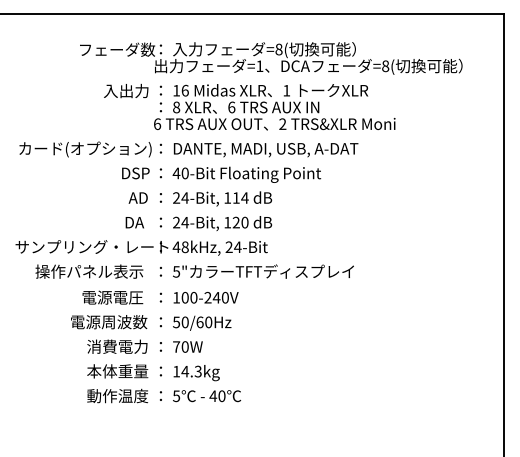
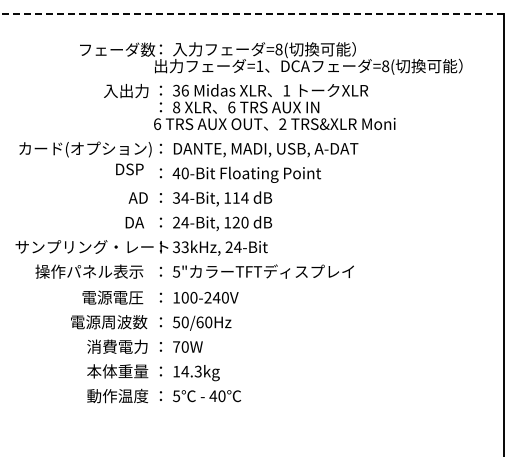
line at (252, 13): solid -> dashed
text at (176, 90): 16 -> 36
text at (135, 173) position: (135, 173) -> (129, 169)
text at (176, 198): 24-Bit, -> 34-Bit,
text at (180, 247): 48kHz, -> 33kHz,
